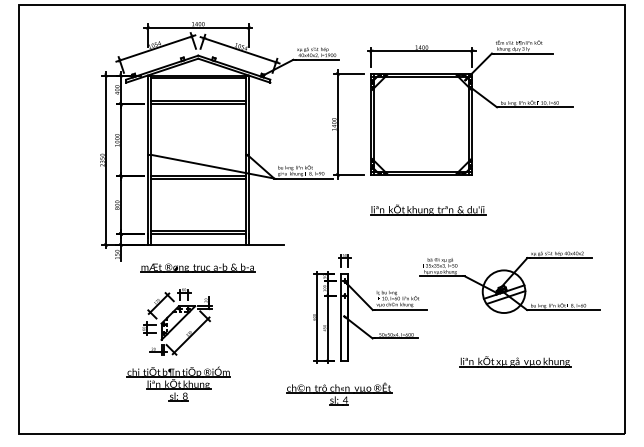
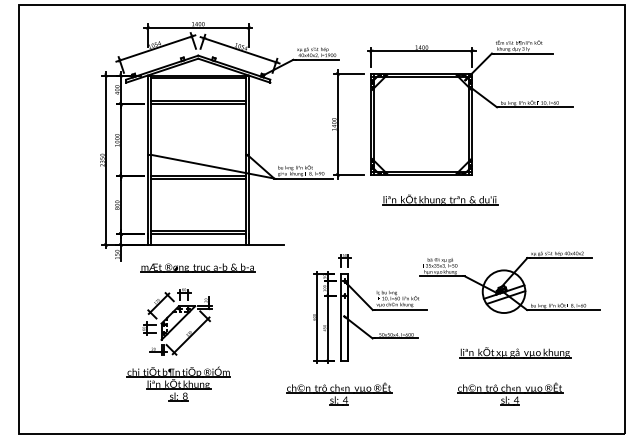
part at (428, 209) position: (428, 209) -> (440, 199)
part at (515, 361) position: (515, 361) -> (515, 352)
part at (510, 393): none -> present
